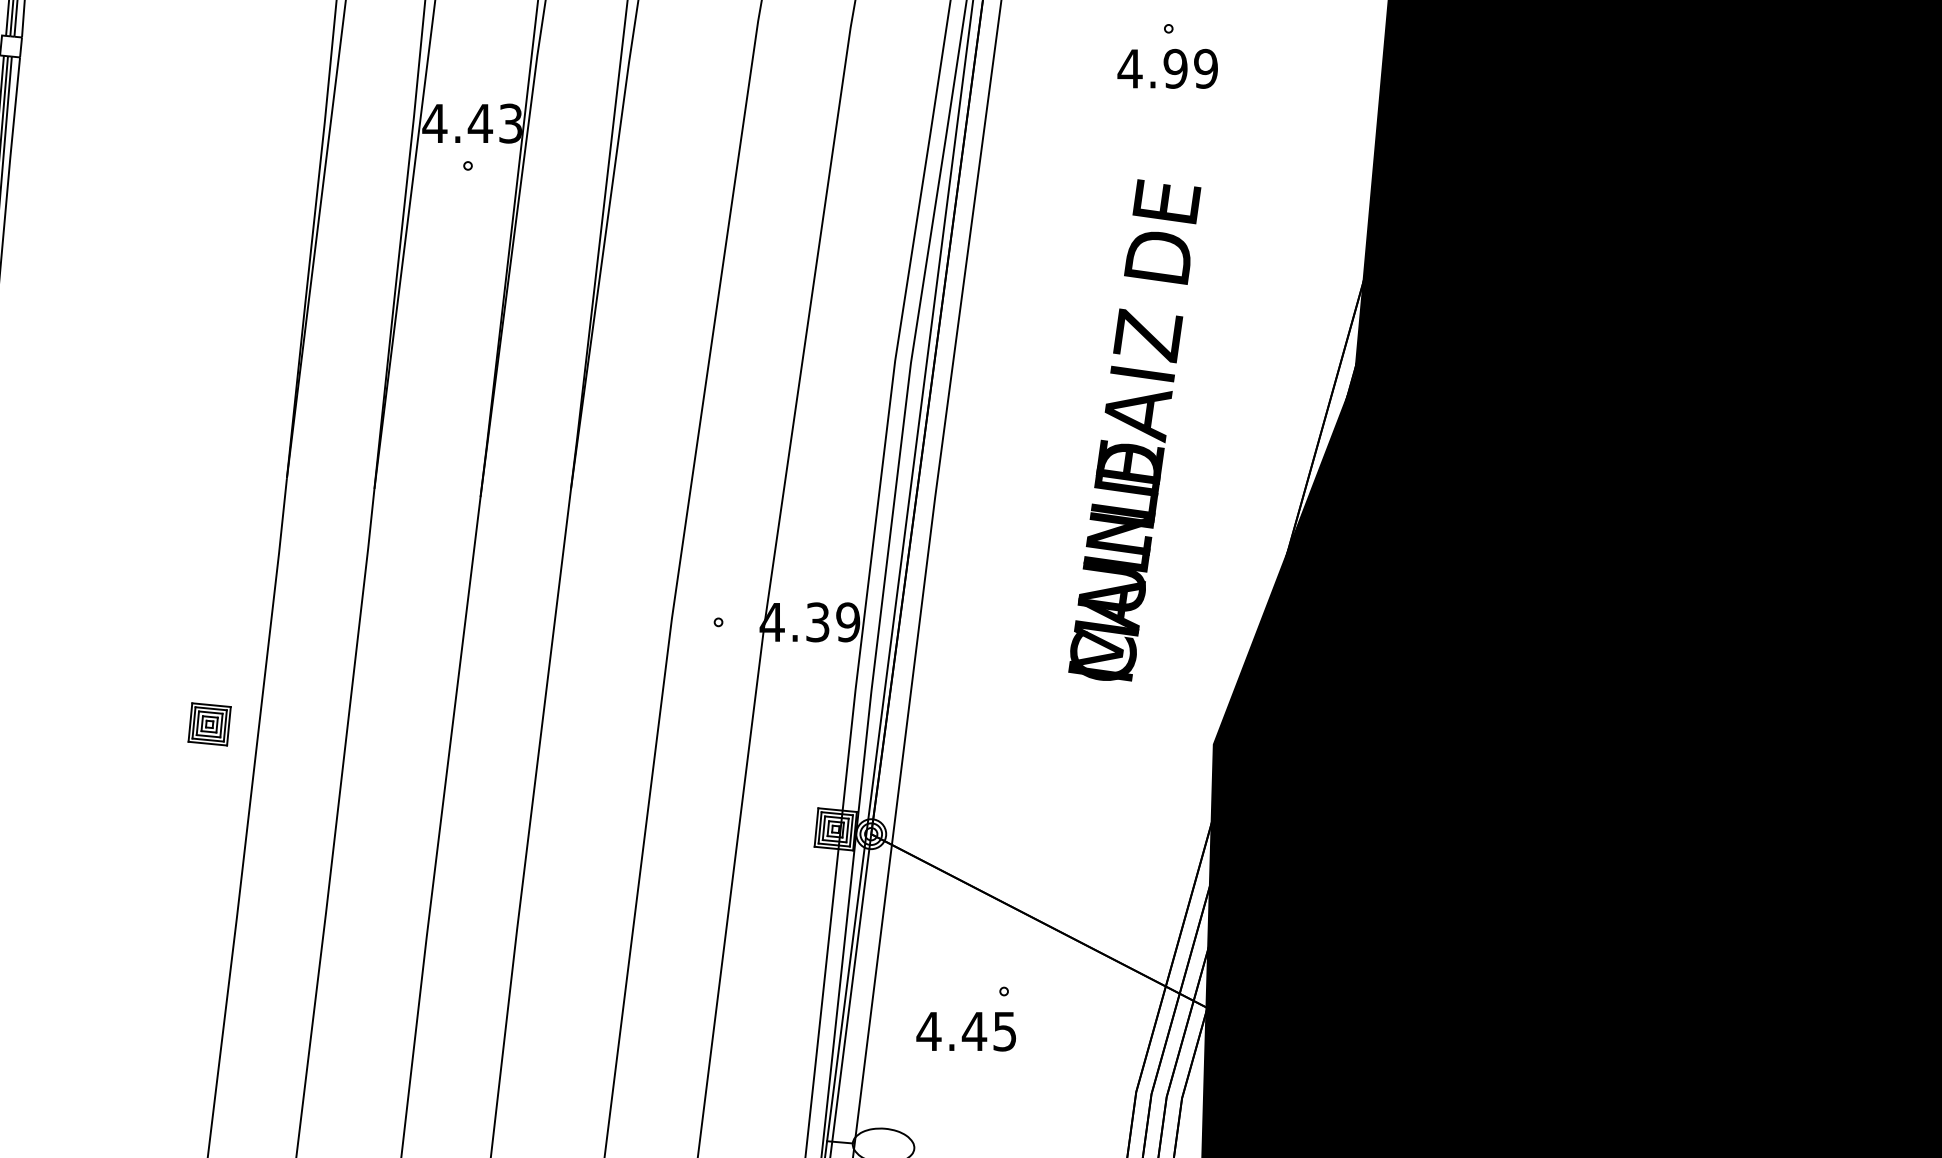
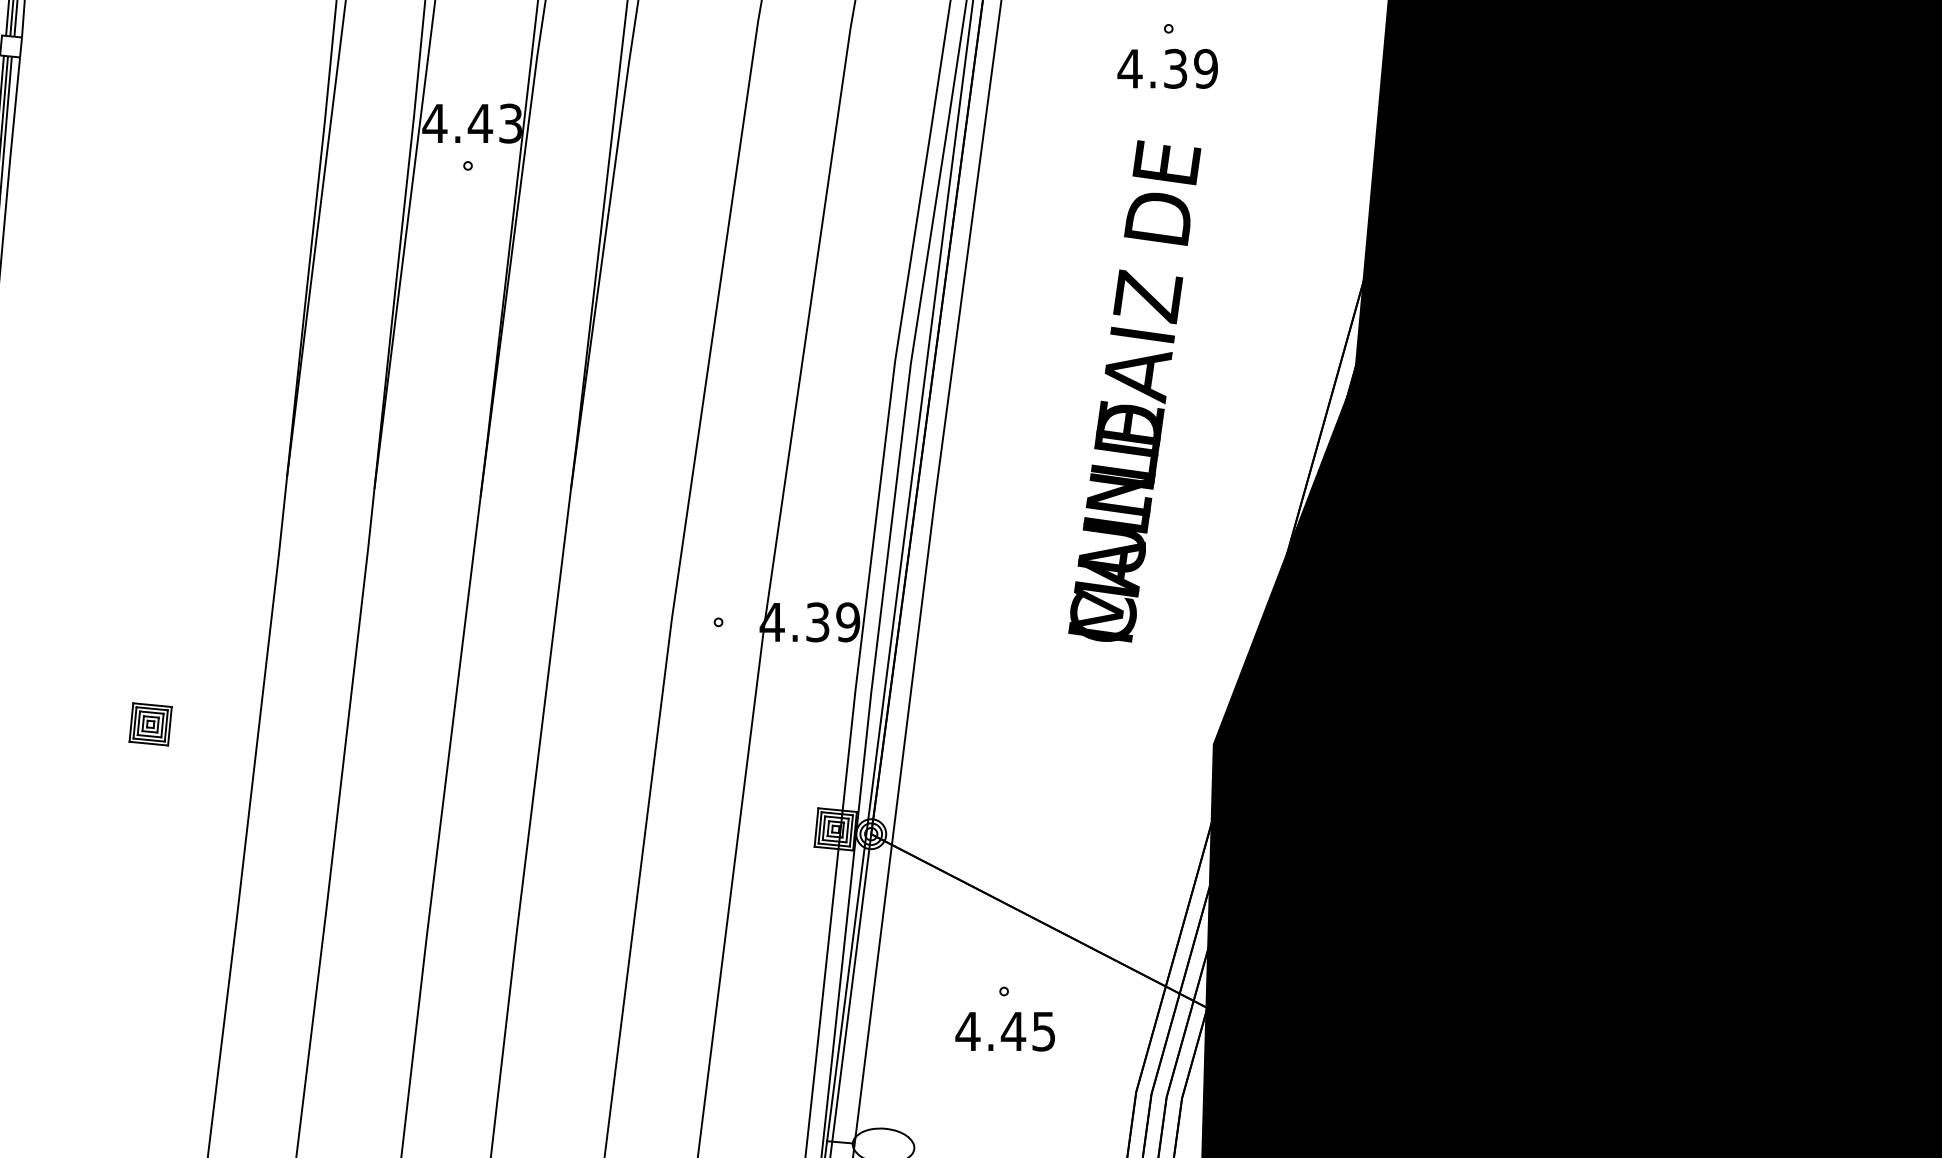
text at (1175, 68): 4.99 -> 4.39
text at (1134, 430) position: (1134, 430) -> (1134, 391)
part at (209, 724) position: (209, 724) -> (150, 724)
text at (965, 1031) position: (965, 1031) -> (1004, 1031)
